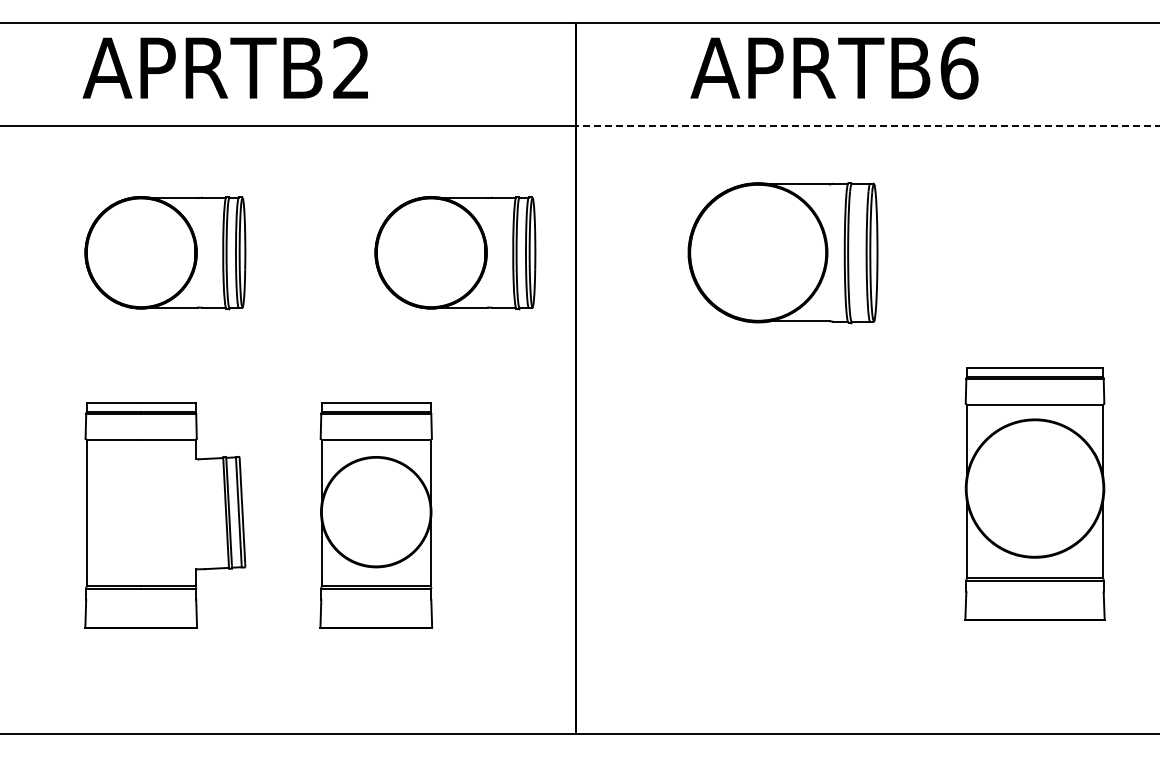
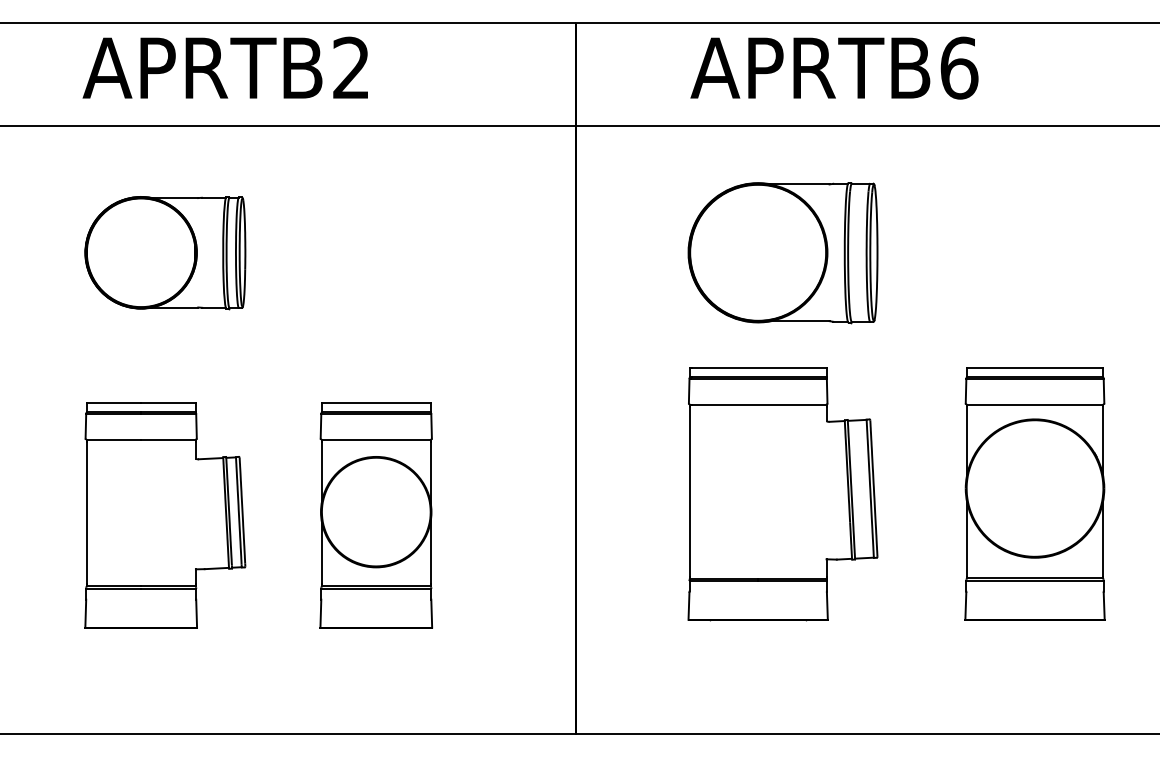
line at (867, 126): dashed -> solid
part at (455, 253): present -> none
part at (782, 494): none -> present
